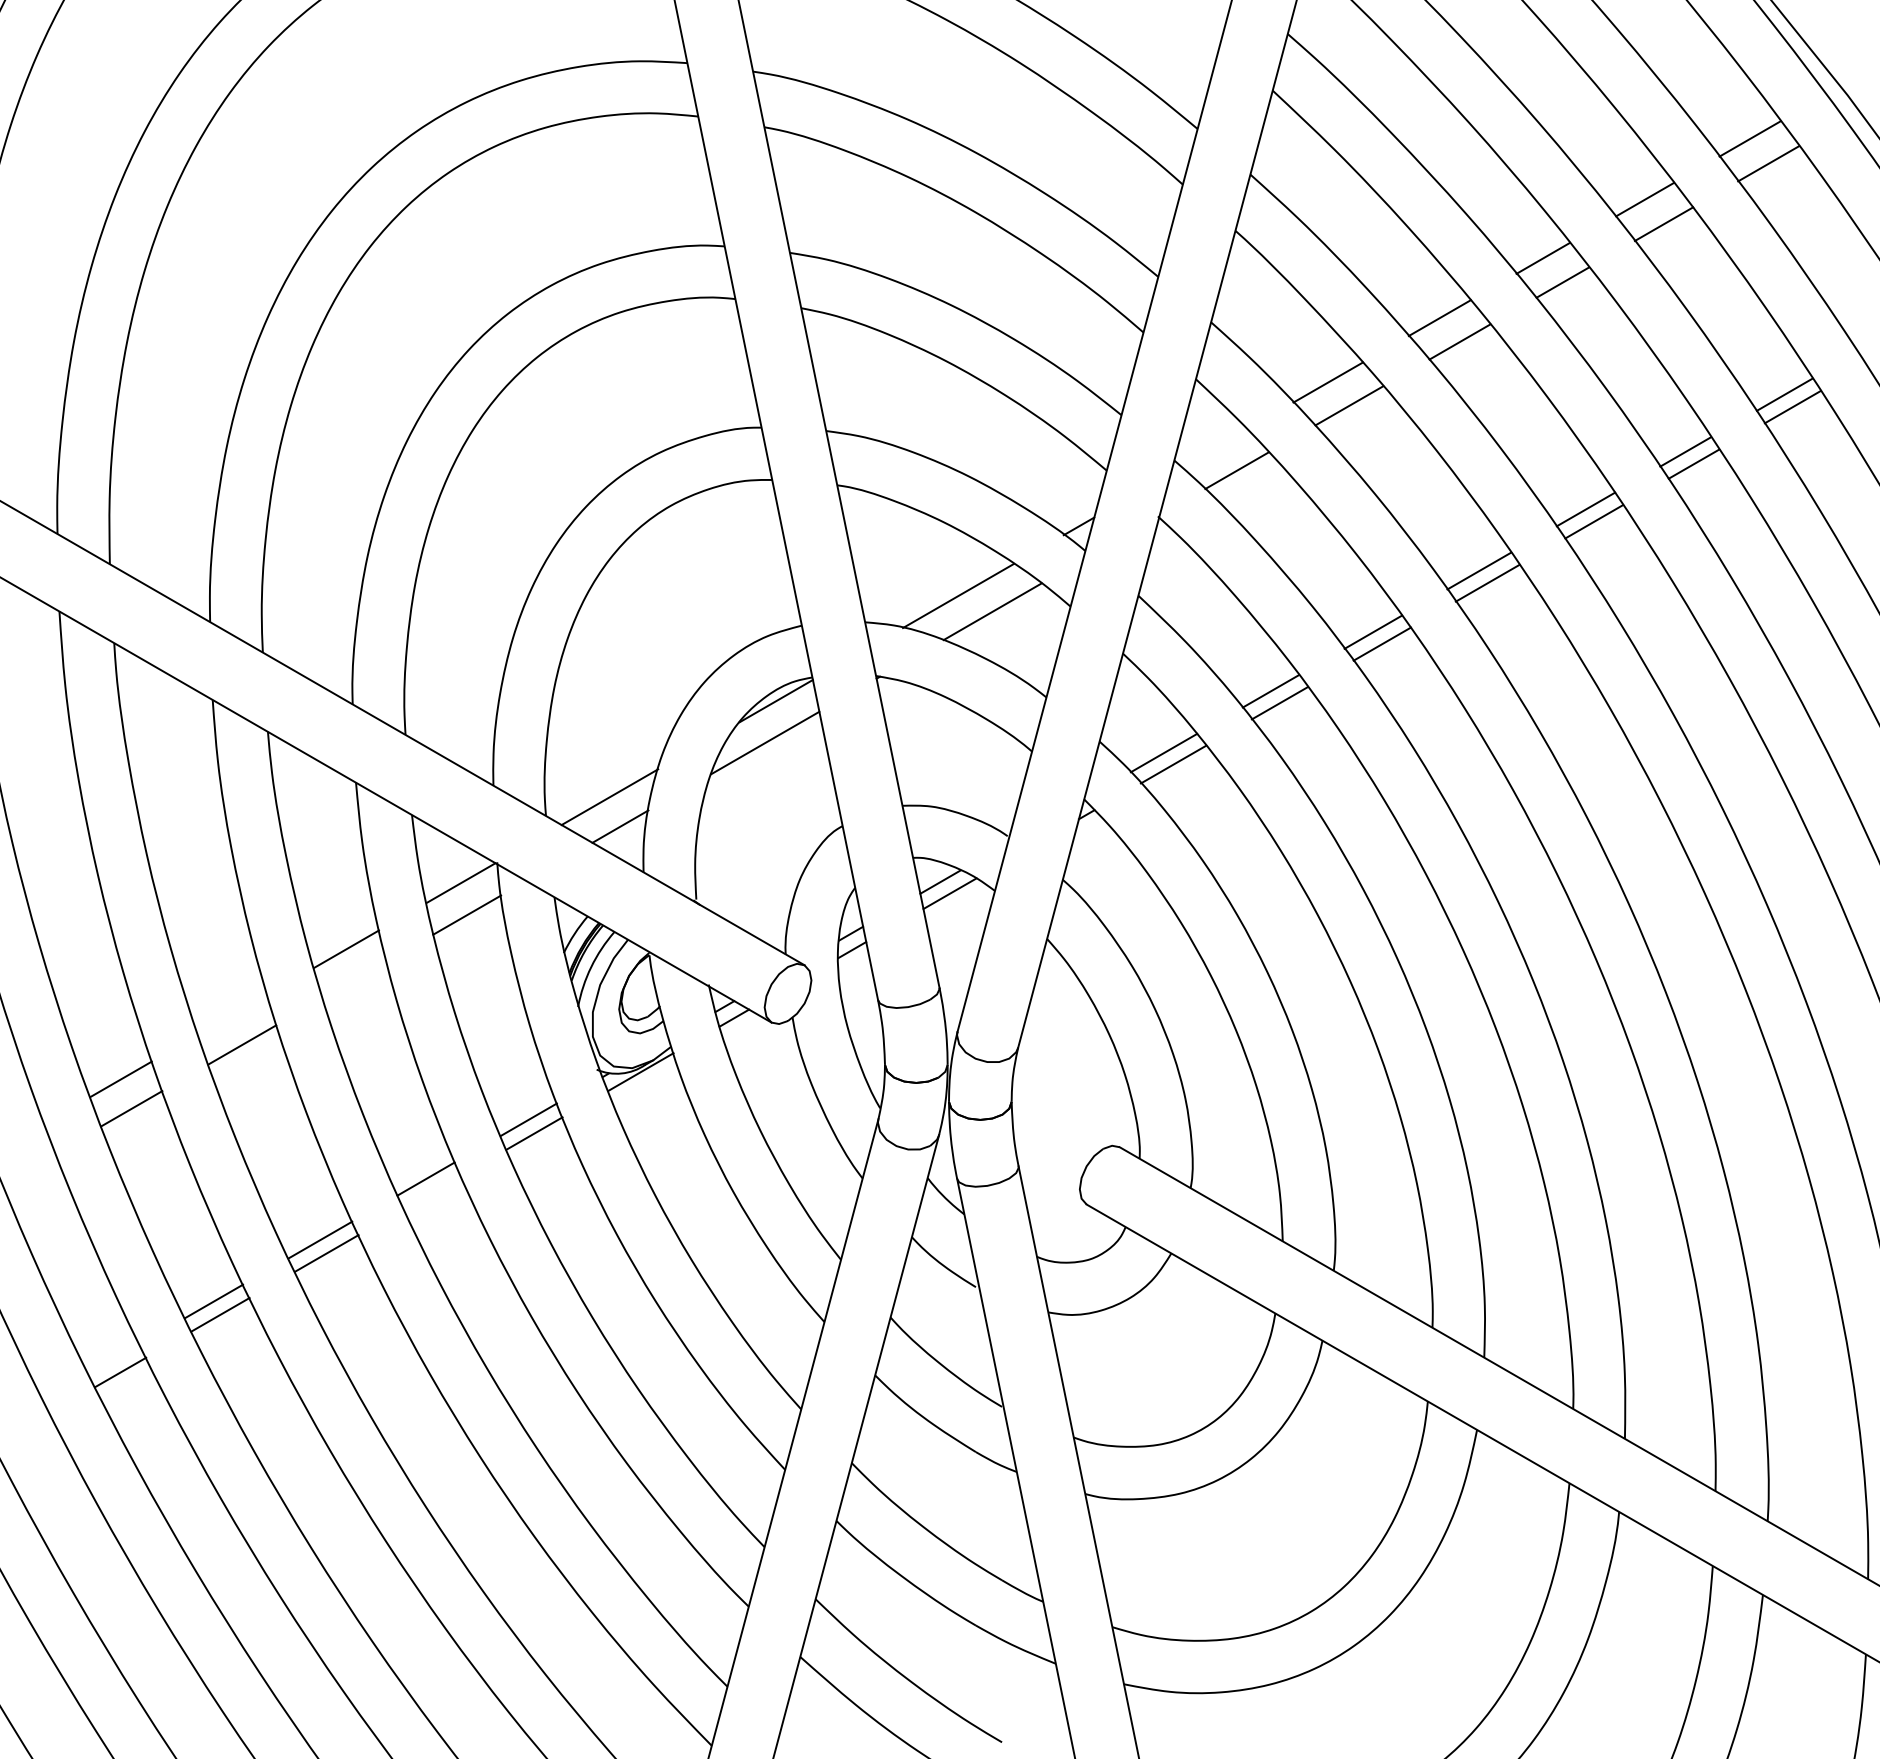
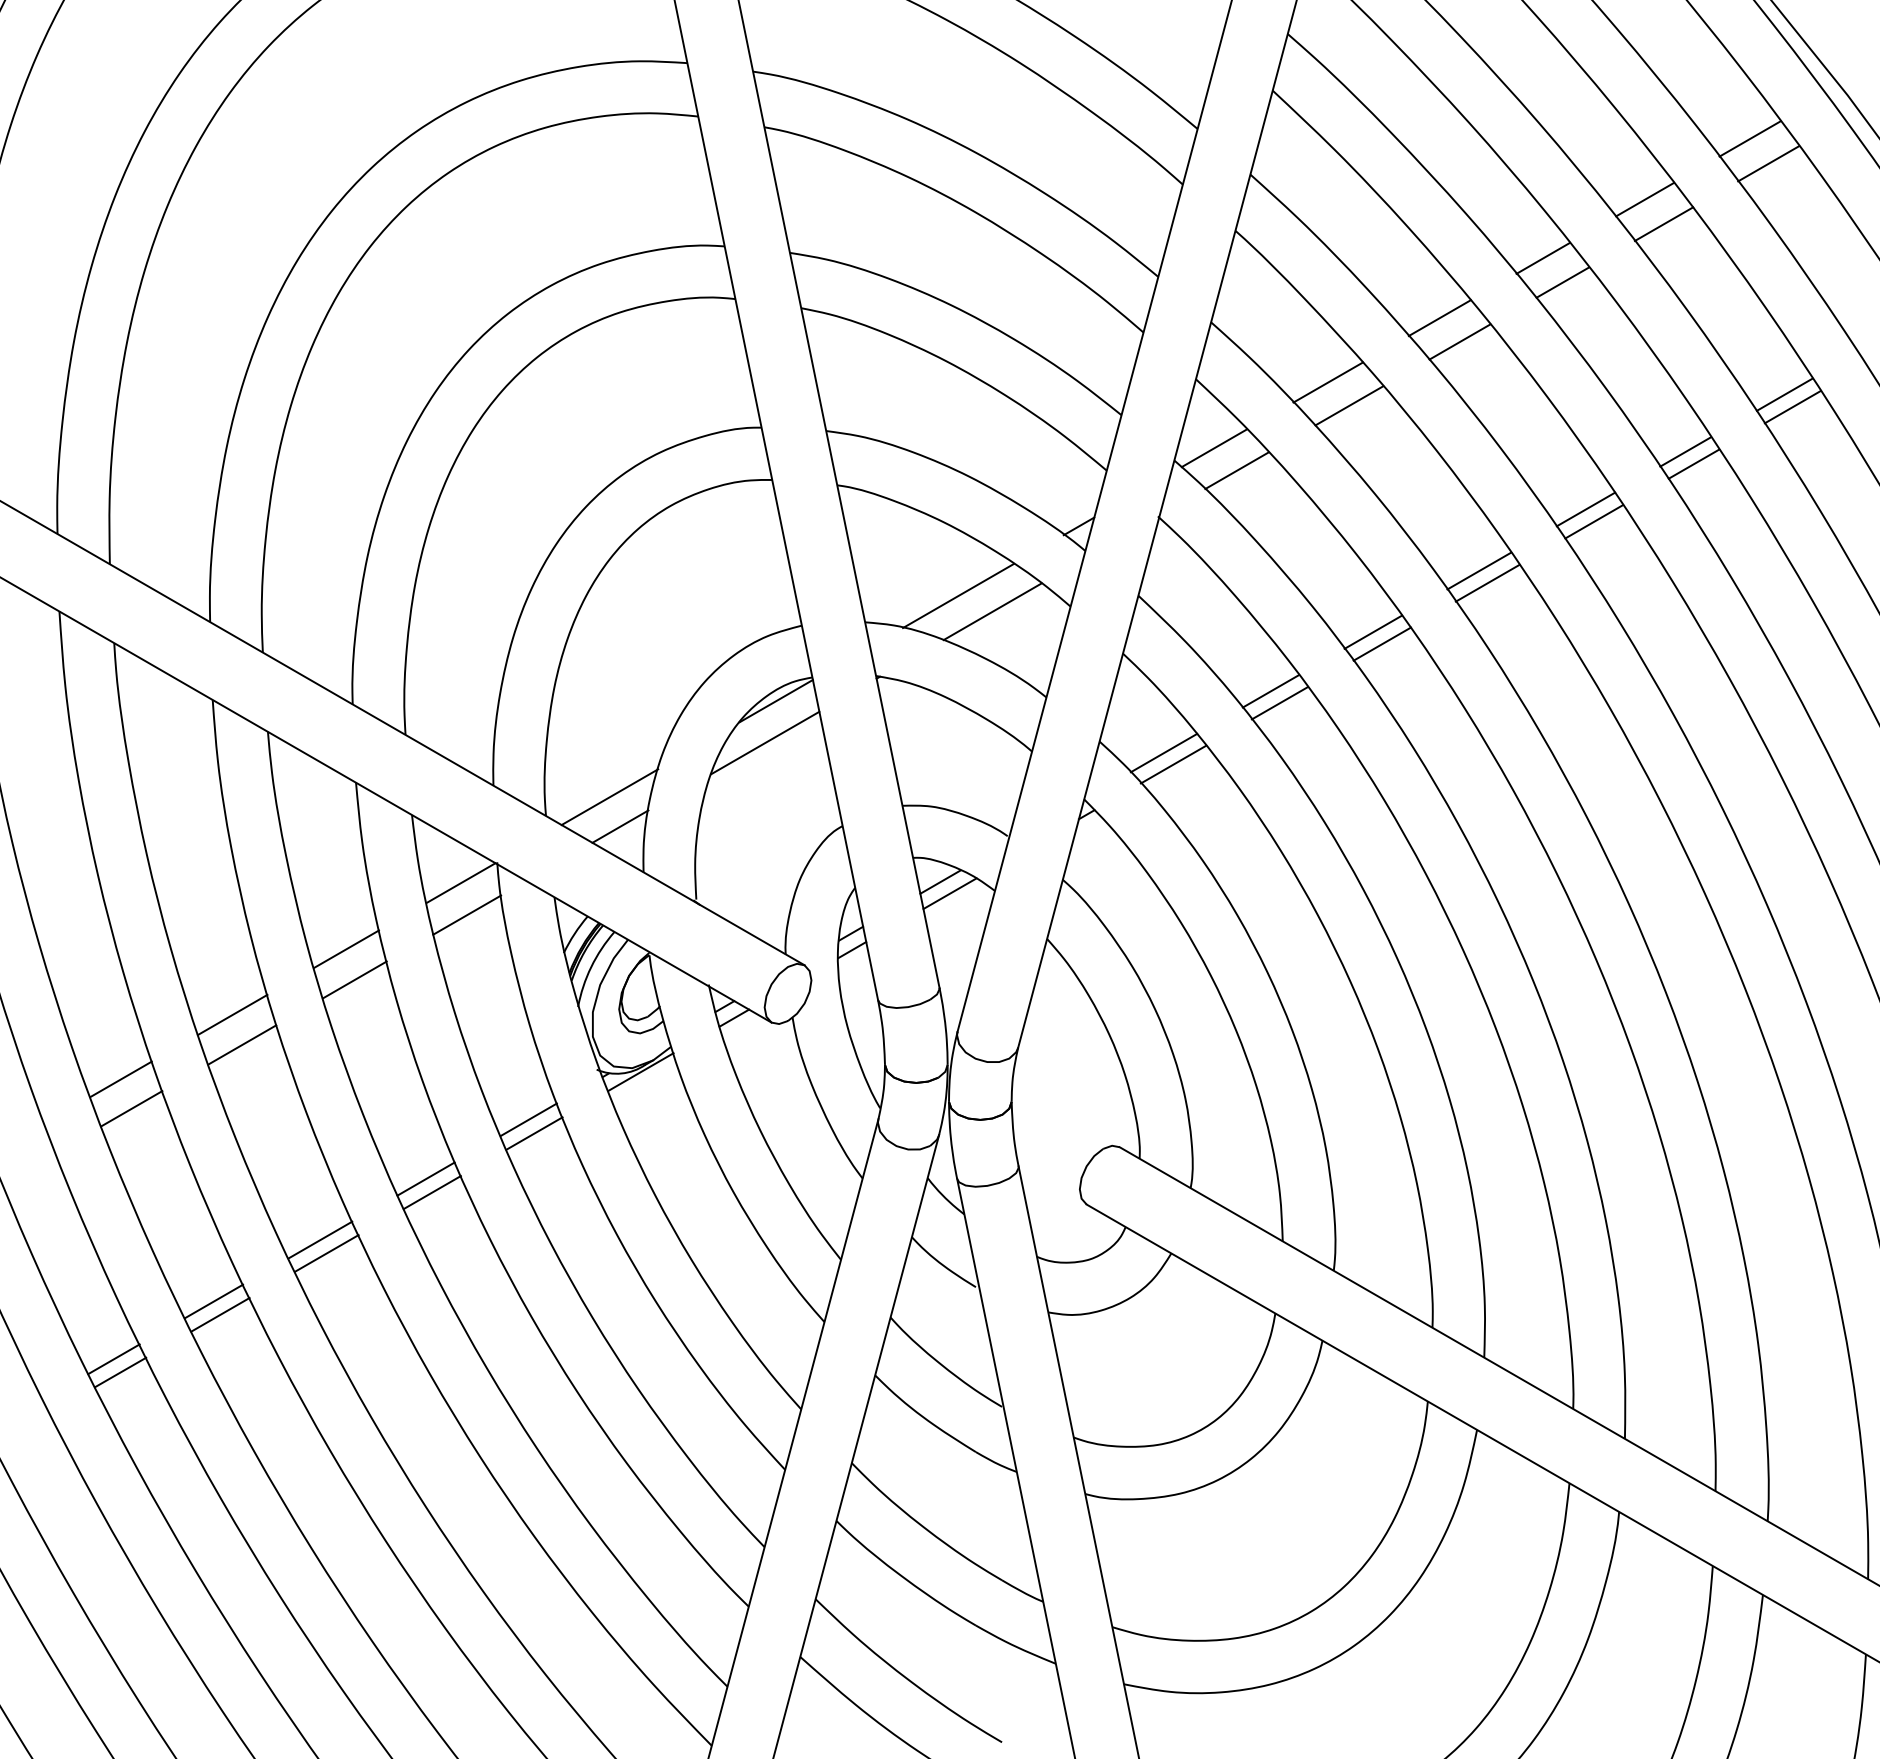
line at (1214, 448): none -> present
line at (354, 979): none -> present
line at (232, 1014): none -> present
line at (431, 1192): none -> present
line at (113, 1359): none -> present
